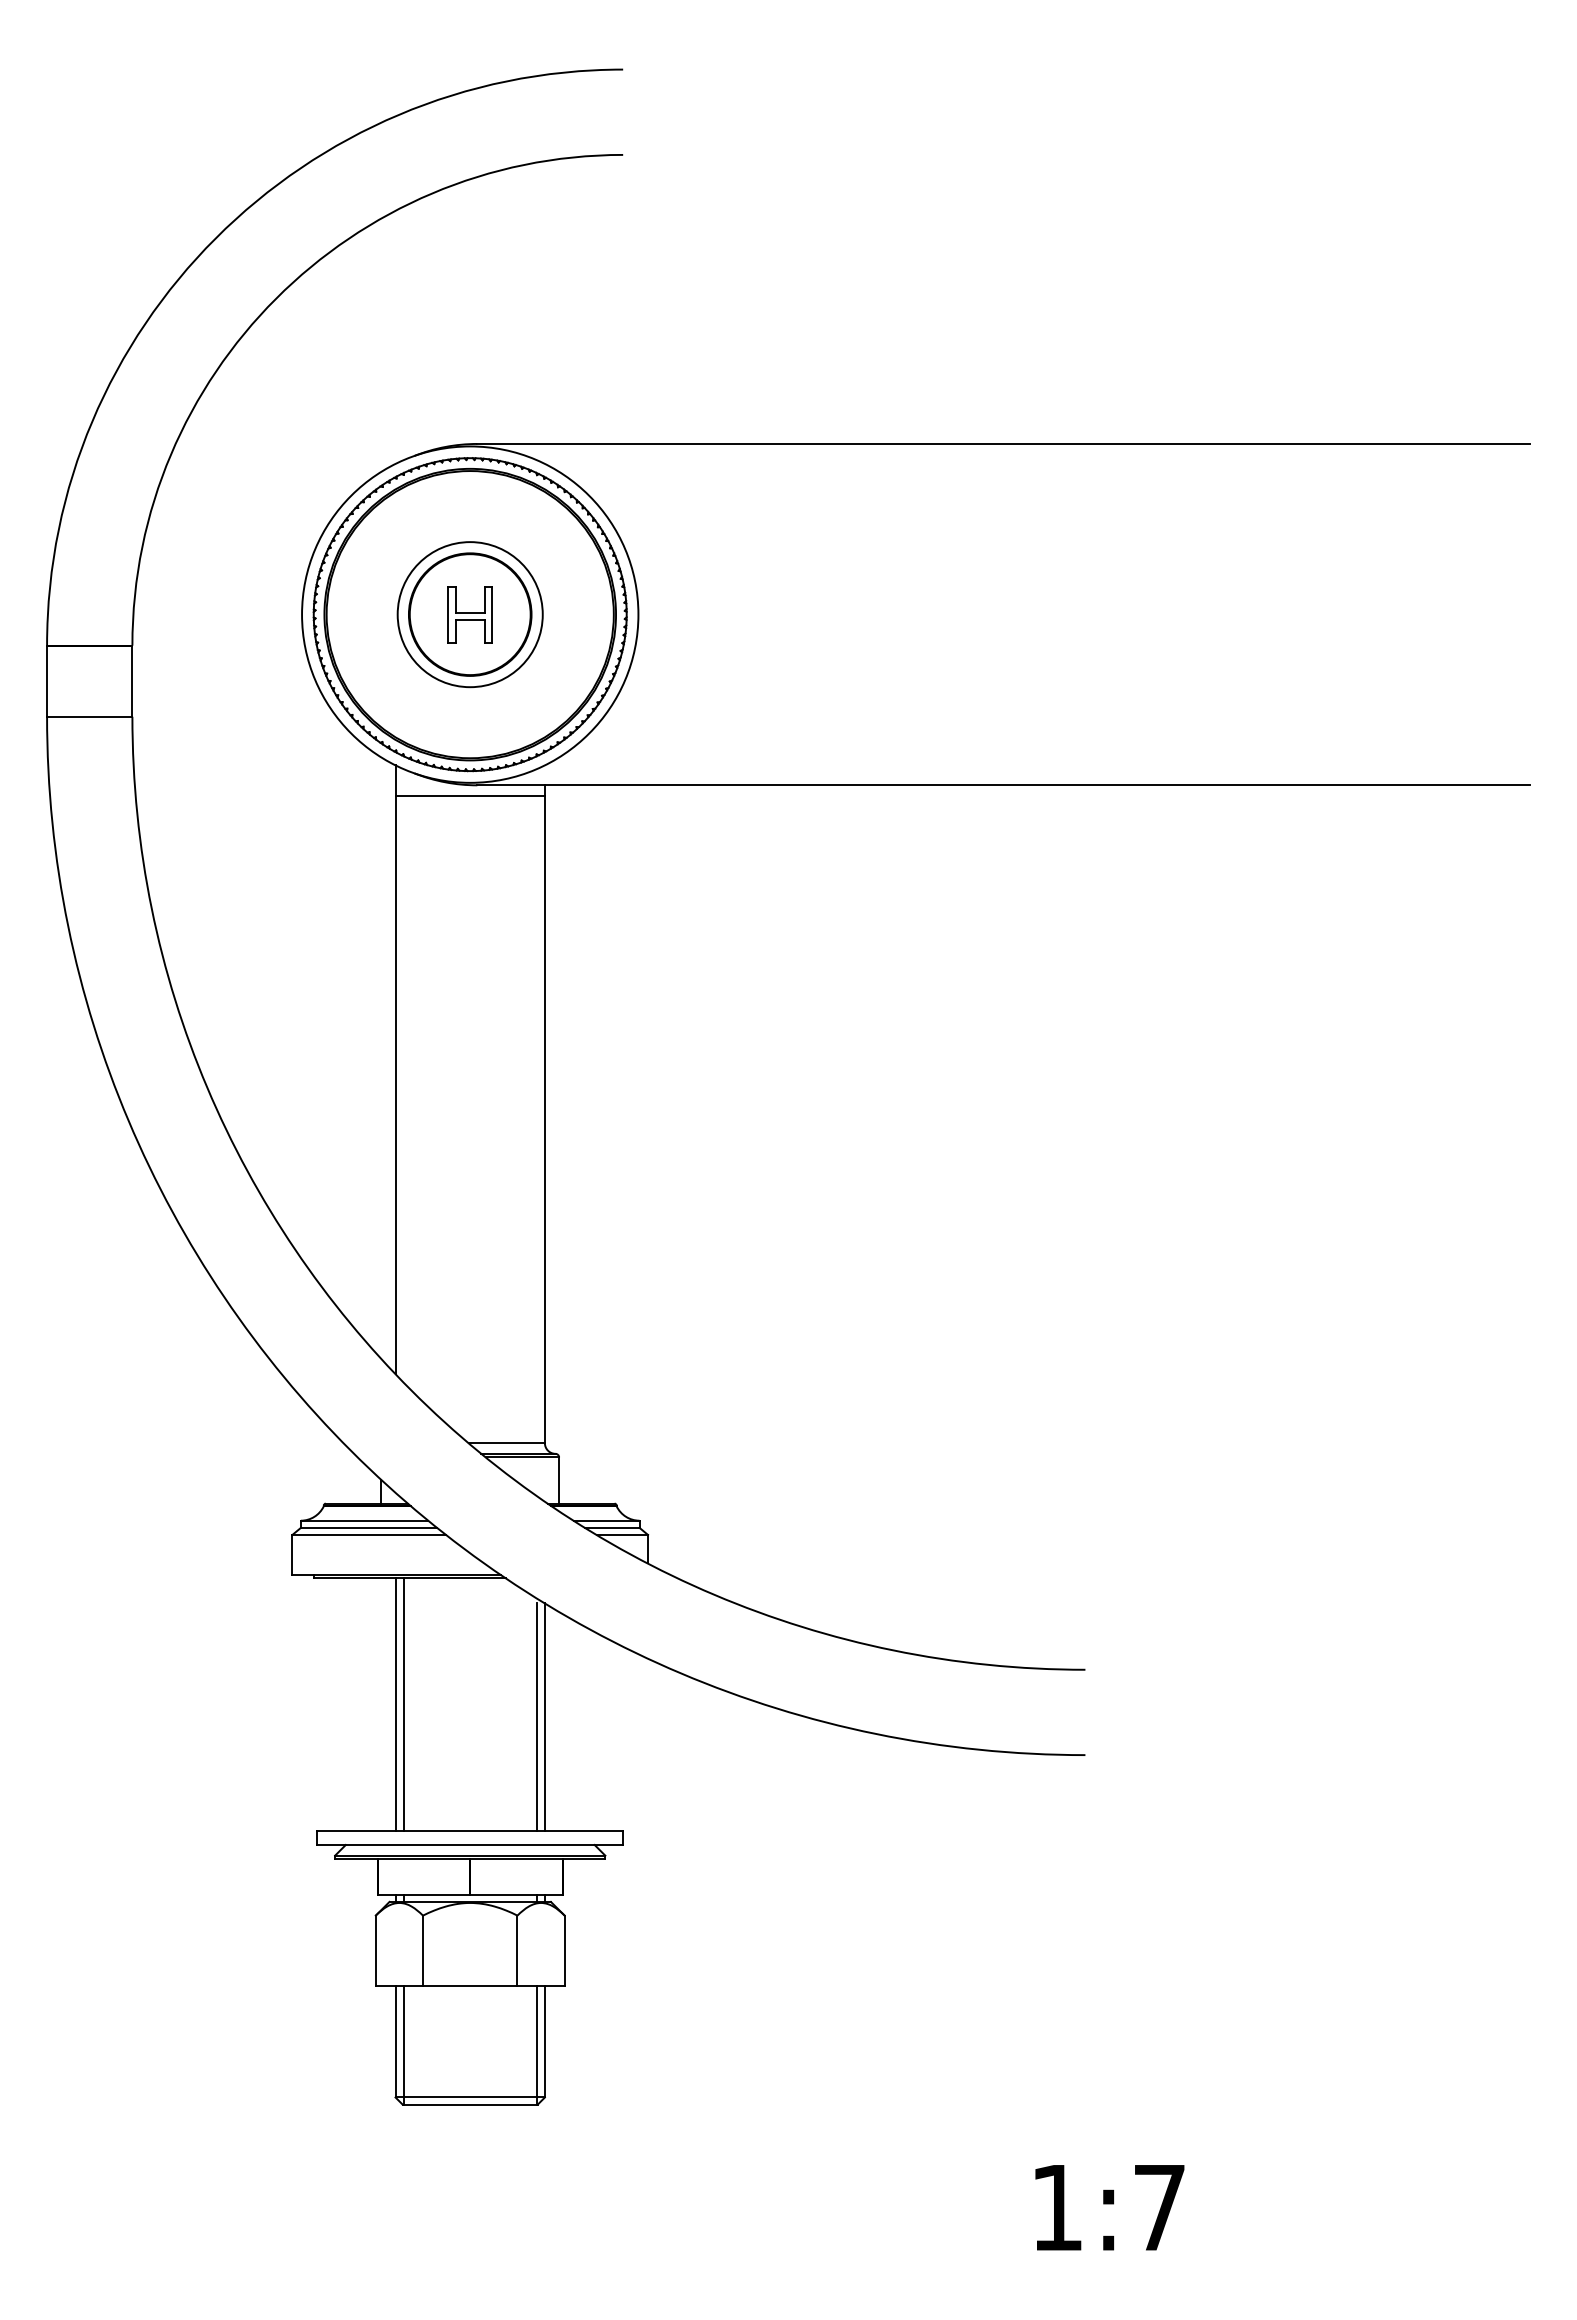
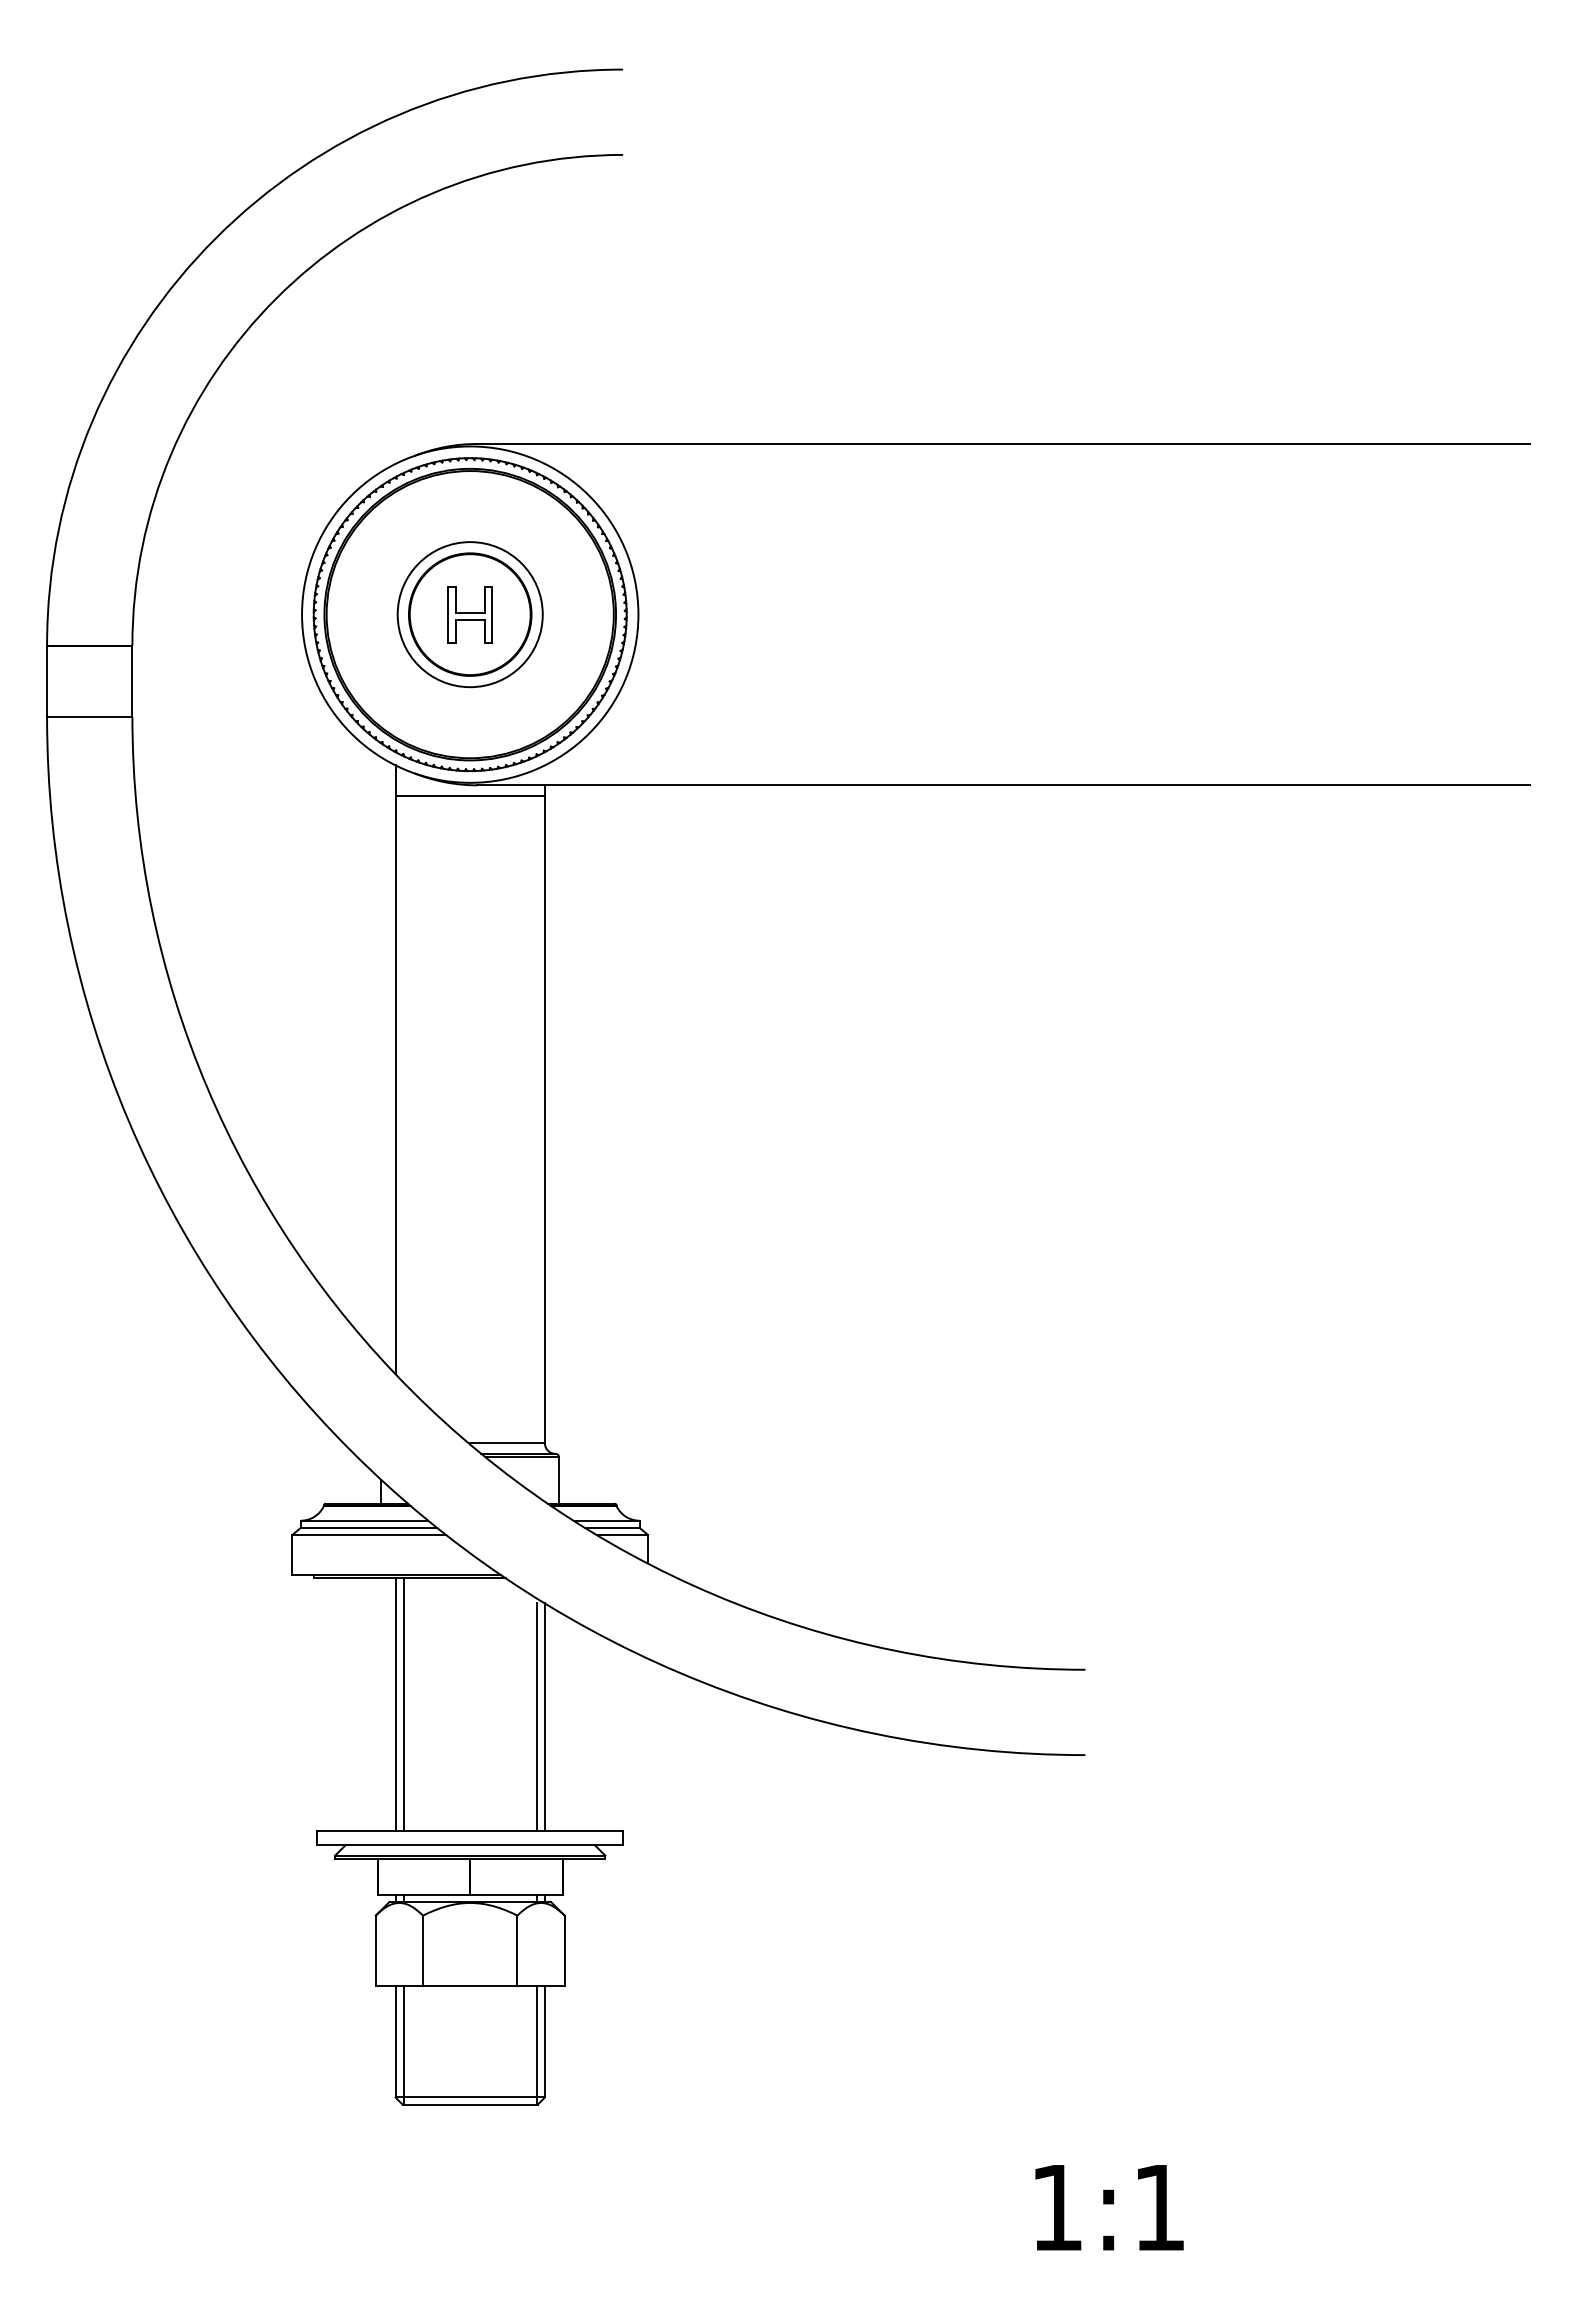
text at (1159, 2207): 1:7 -> 1:1
